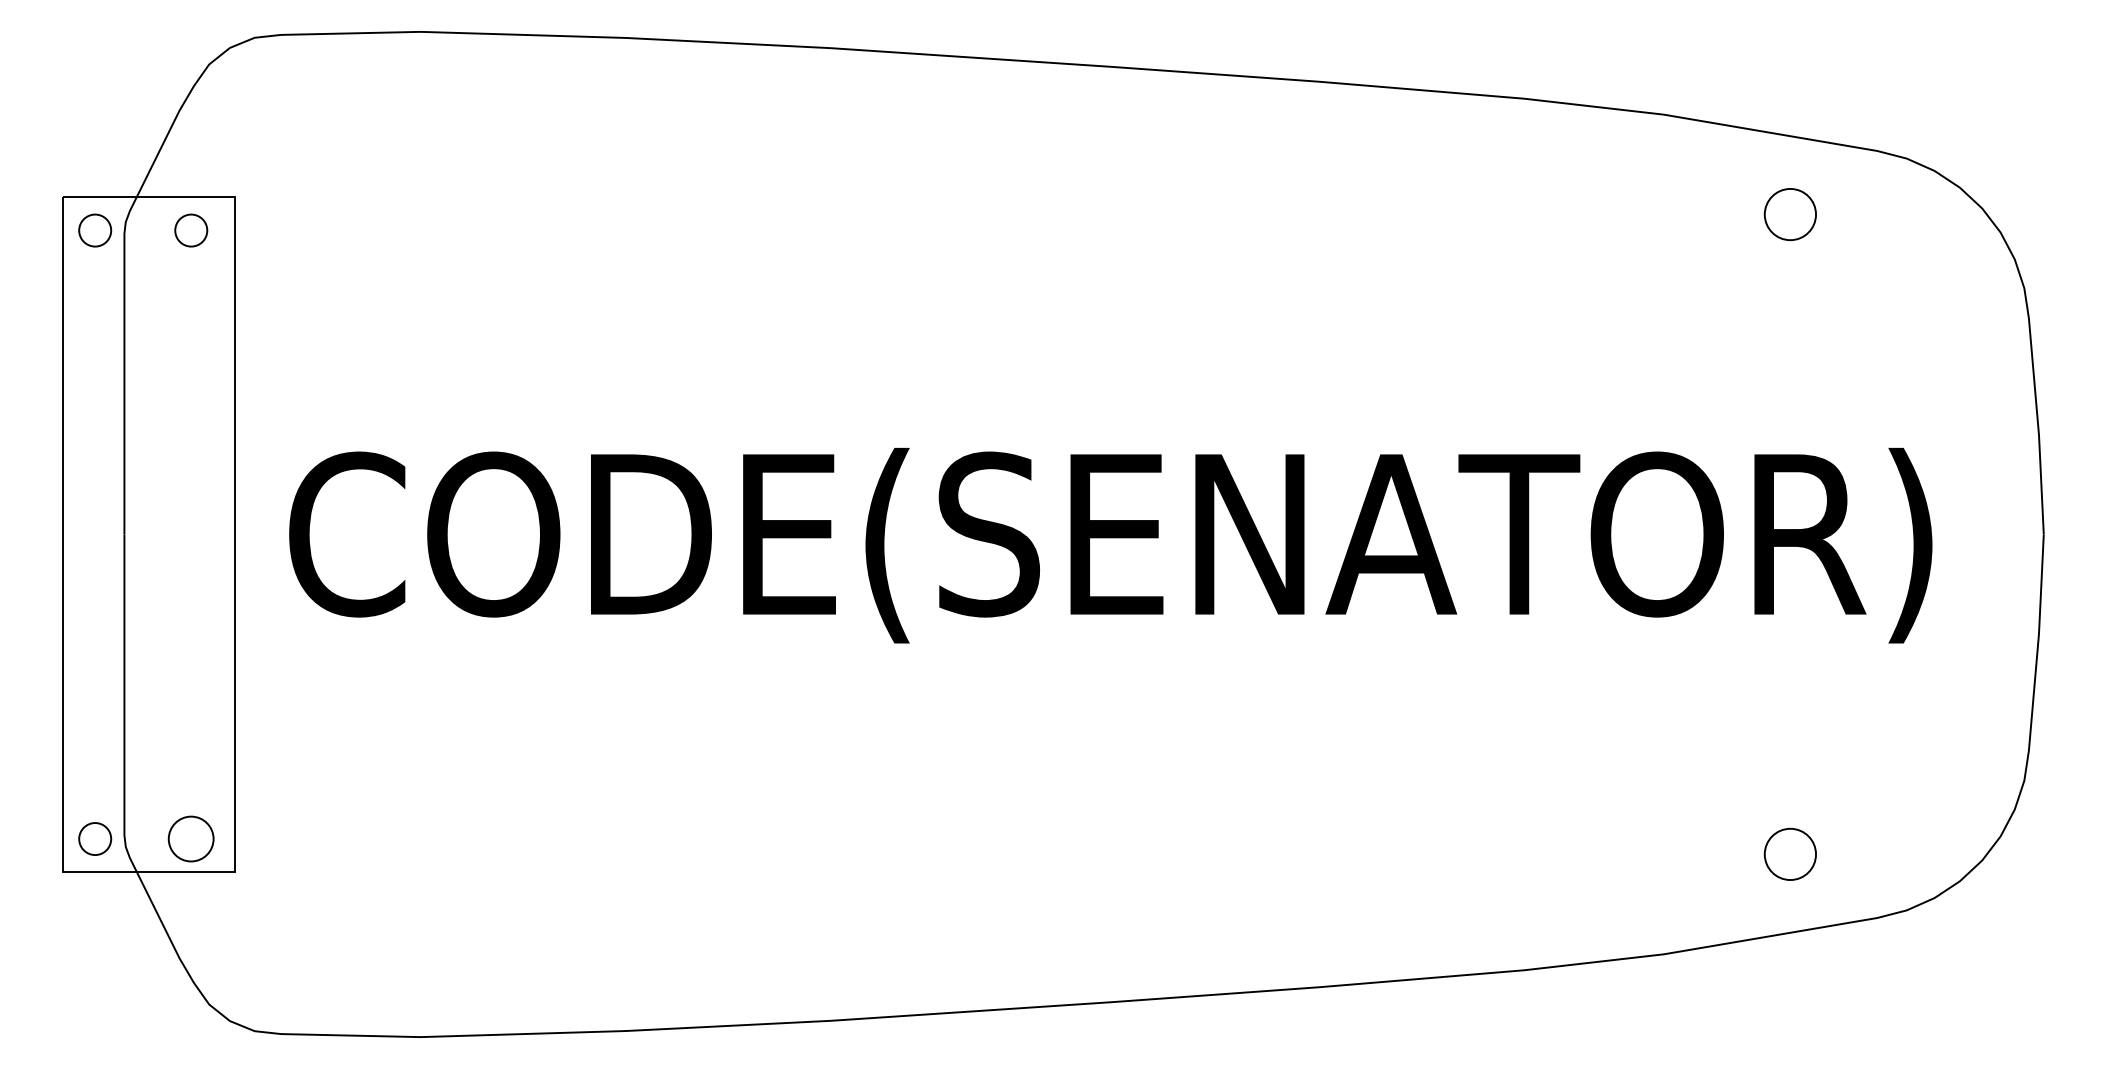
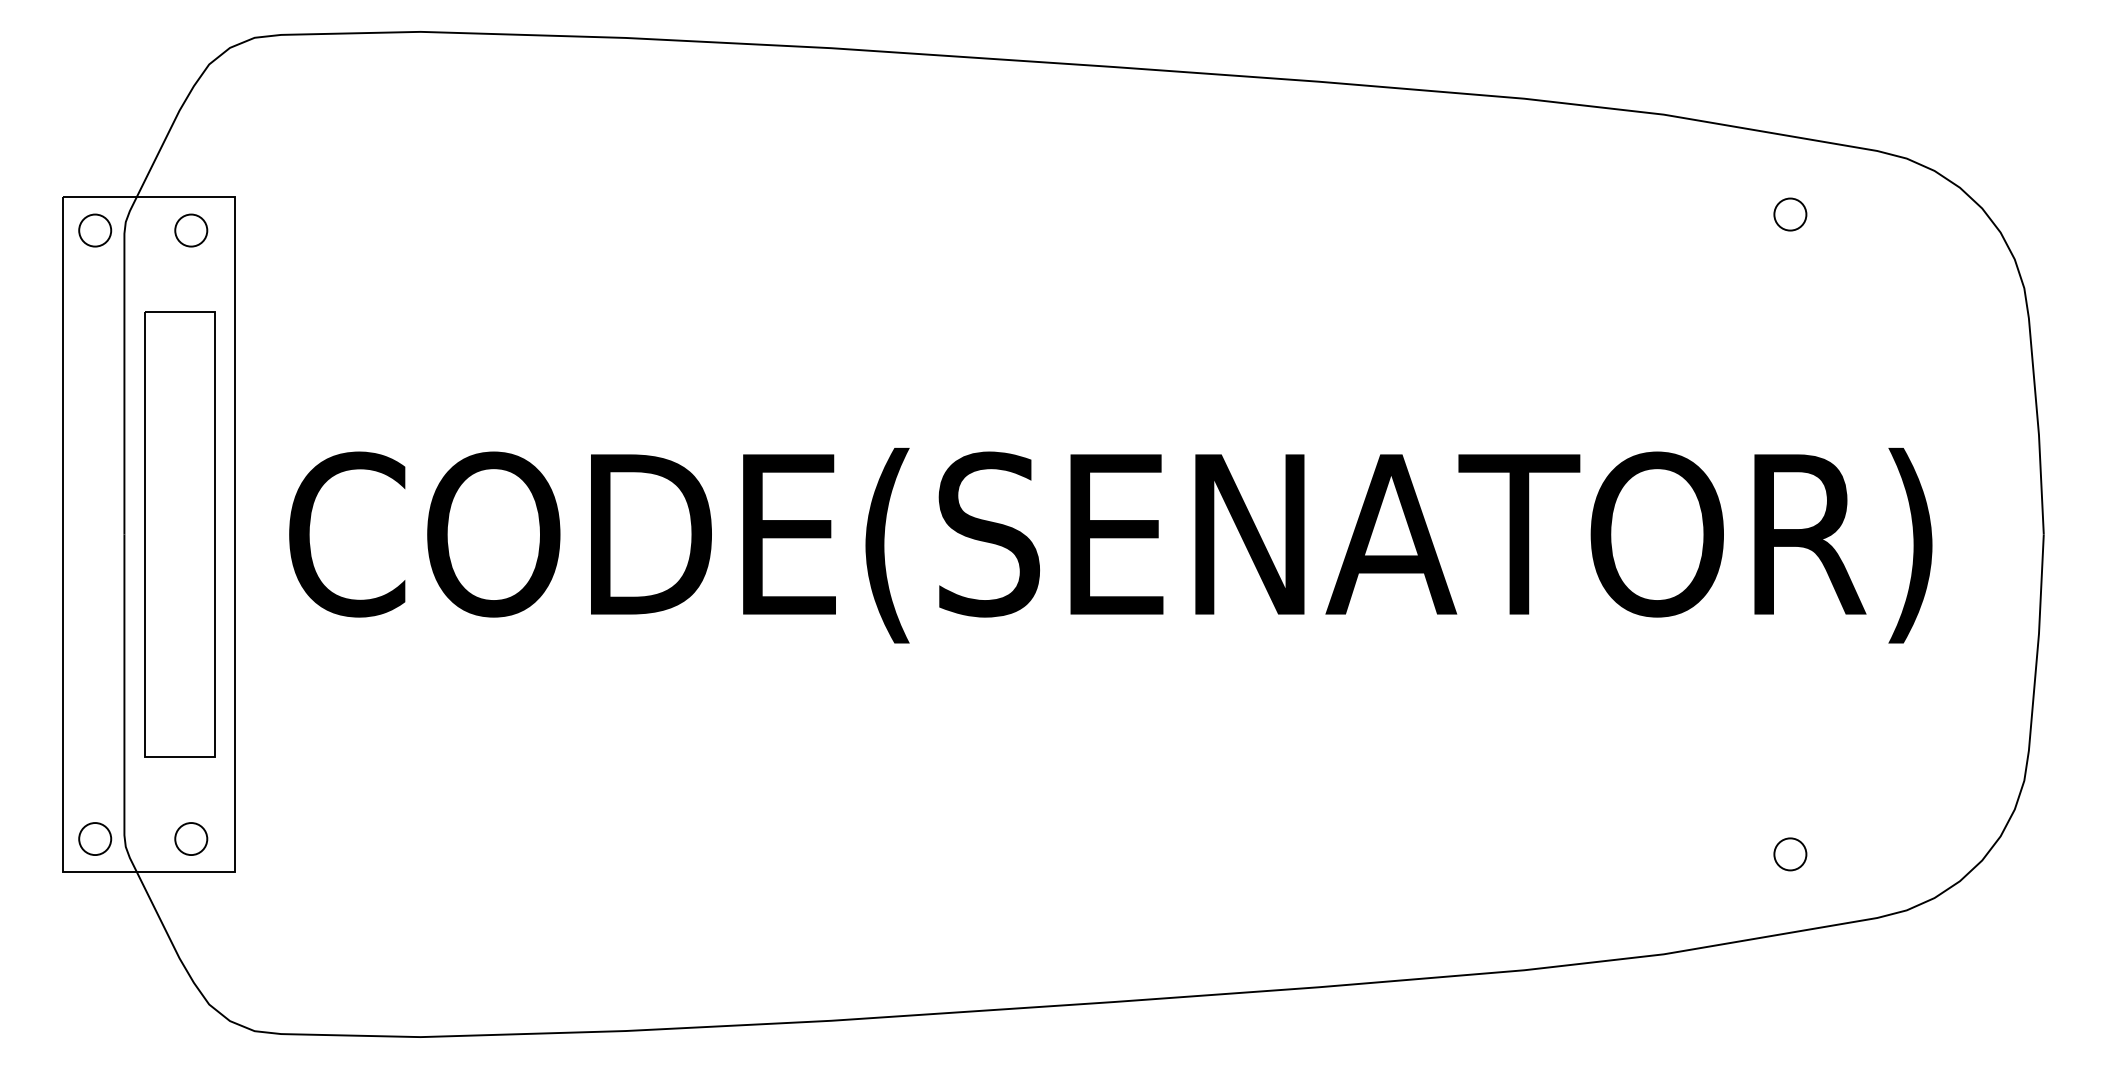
circle at (1790, 214) diameter: 51 px -> 32 px
part at (179, 534): none -> present
circle at (190, 838) size: 48x48 px -> 35x34 px
circle at (1790, 854) diameter: 51 px -> 32 px
